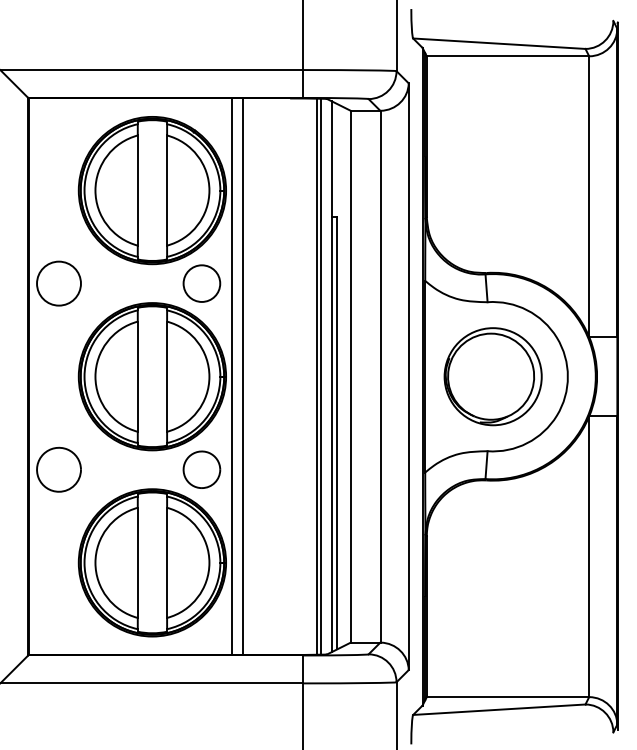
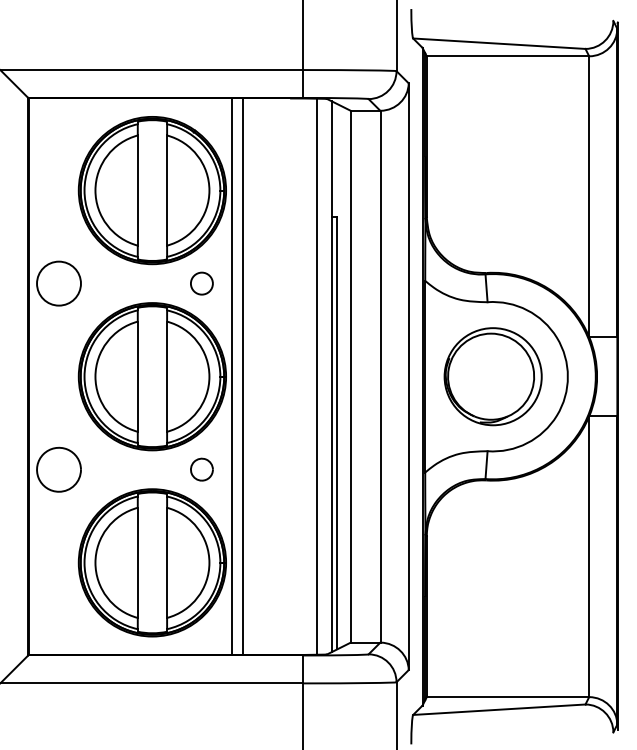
circle at (201, 283) diameter: 37 px -> 22 px
line at (321, 376): present -> none
part at (201, 469) size: 40x39 px -> 24x25 px
